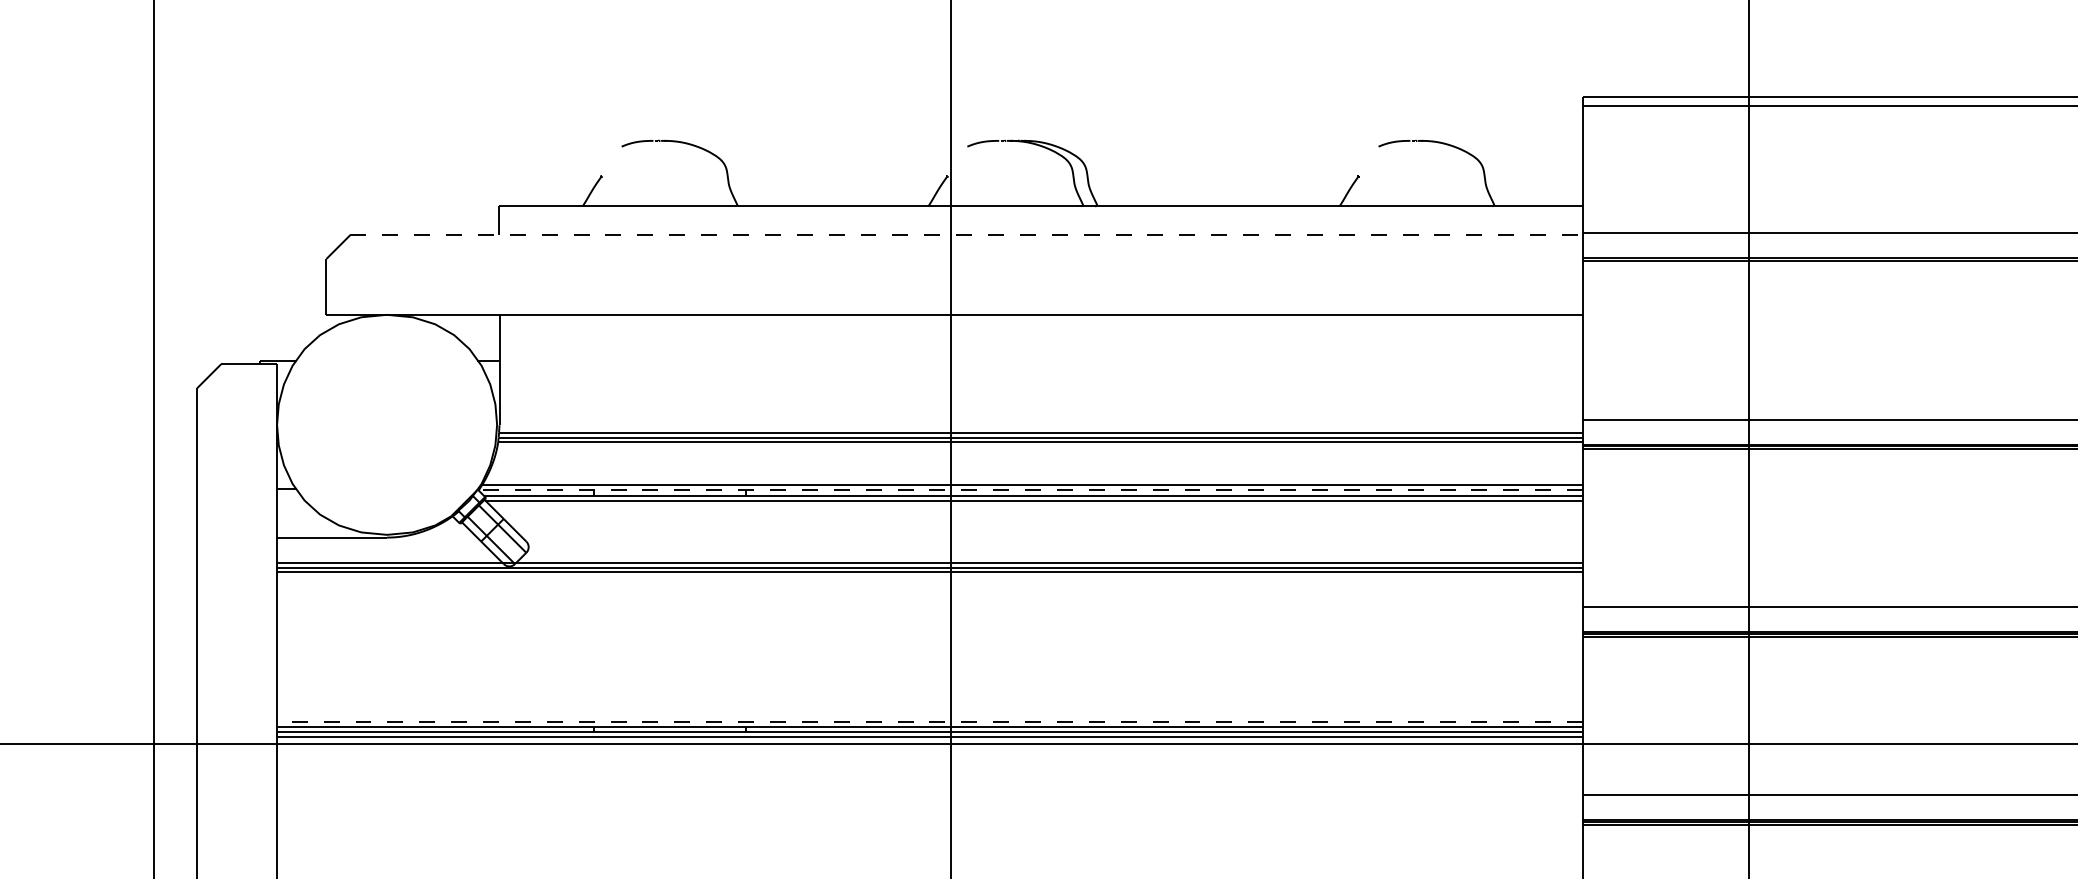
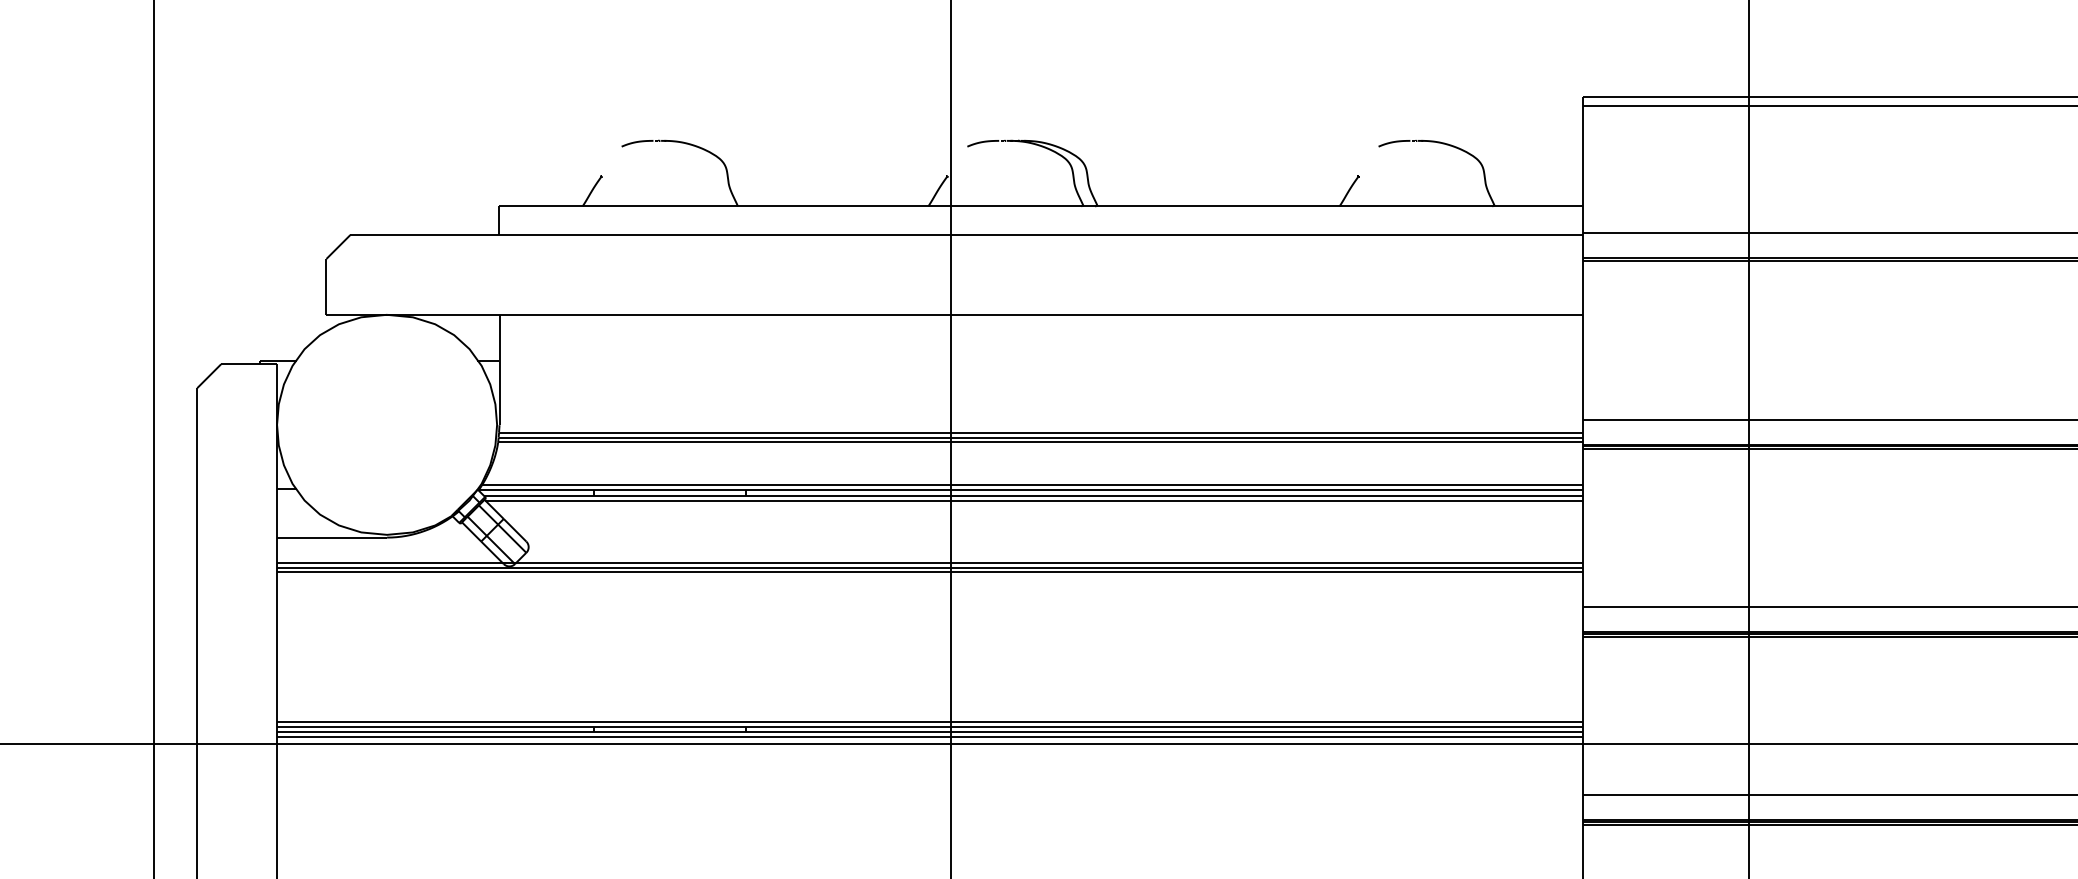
line at (967, 235): dashed -> solid
line at (1030, 490): dashed -> solid
line at (929, 722): dashed -> solid
